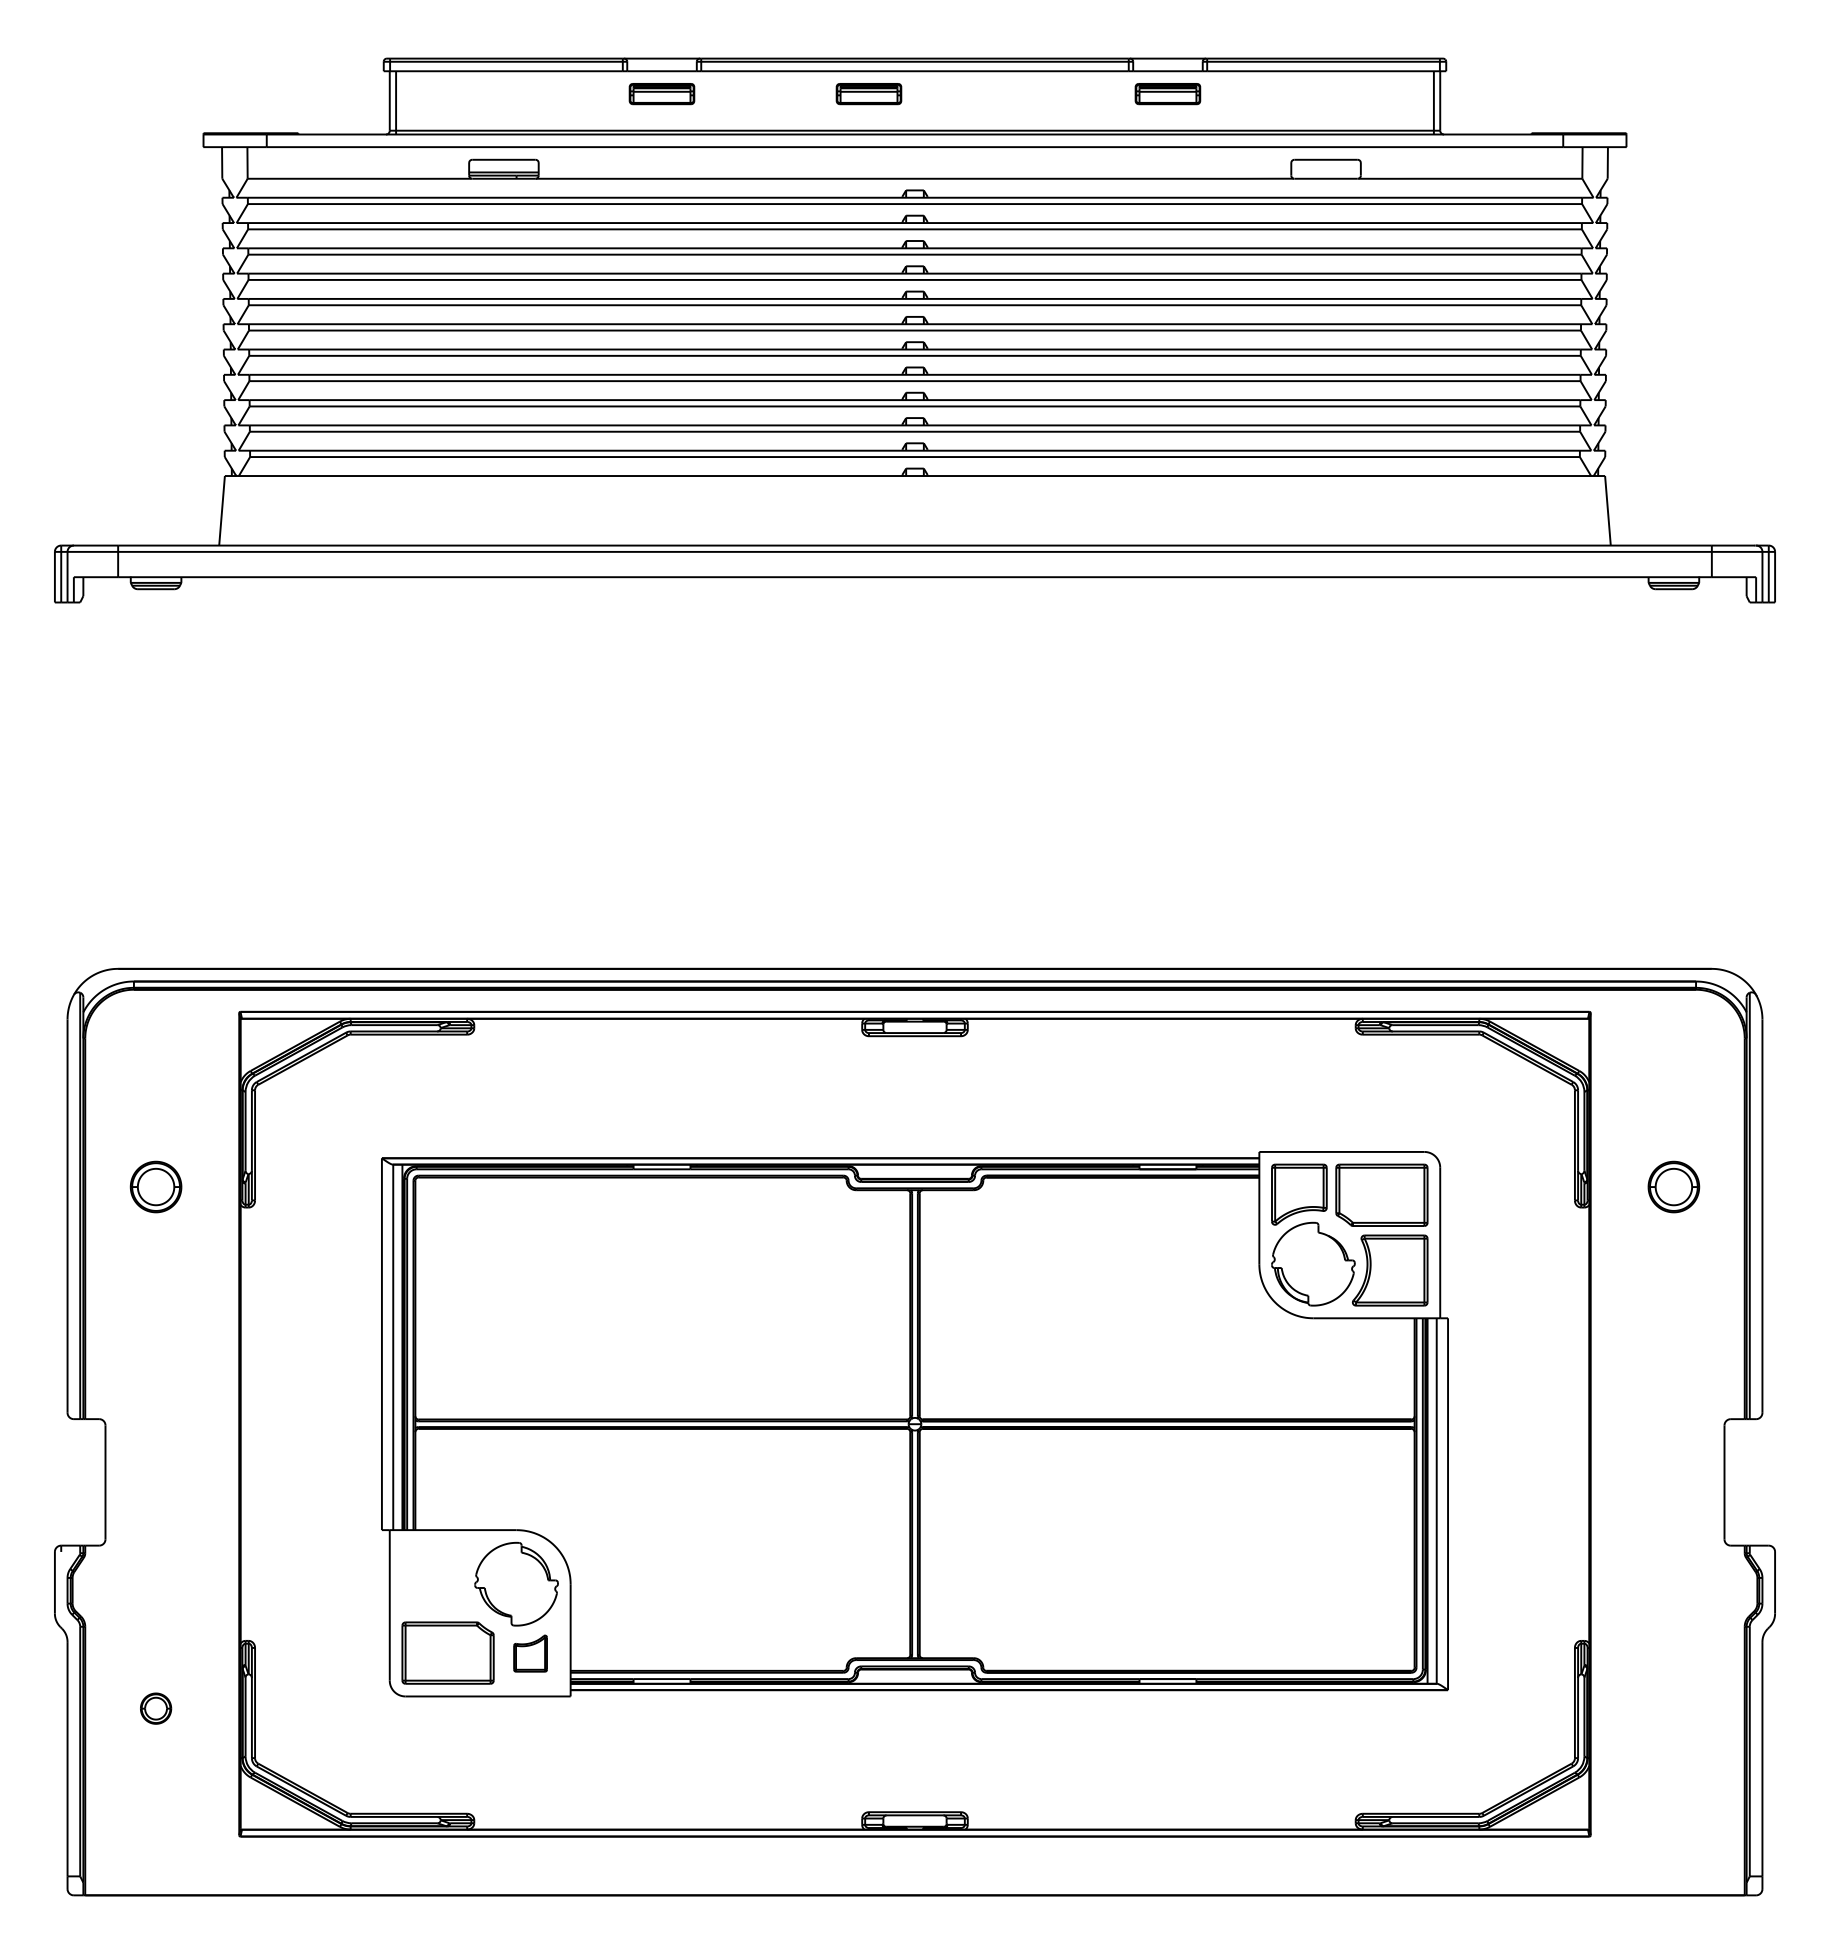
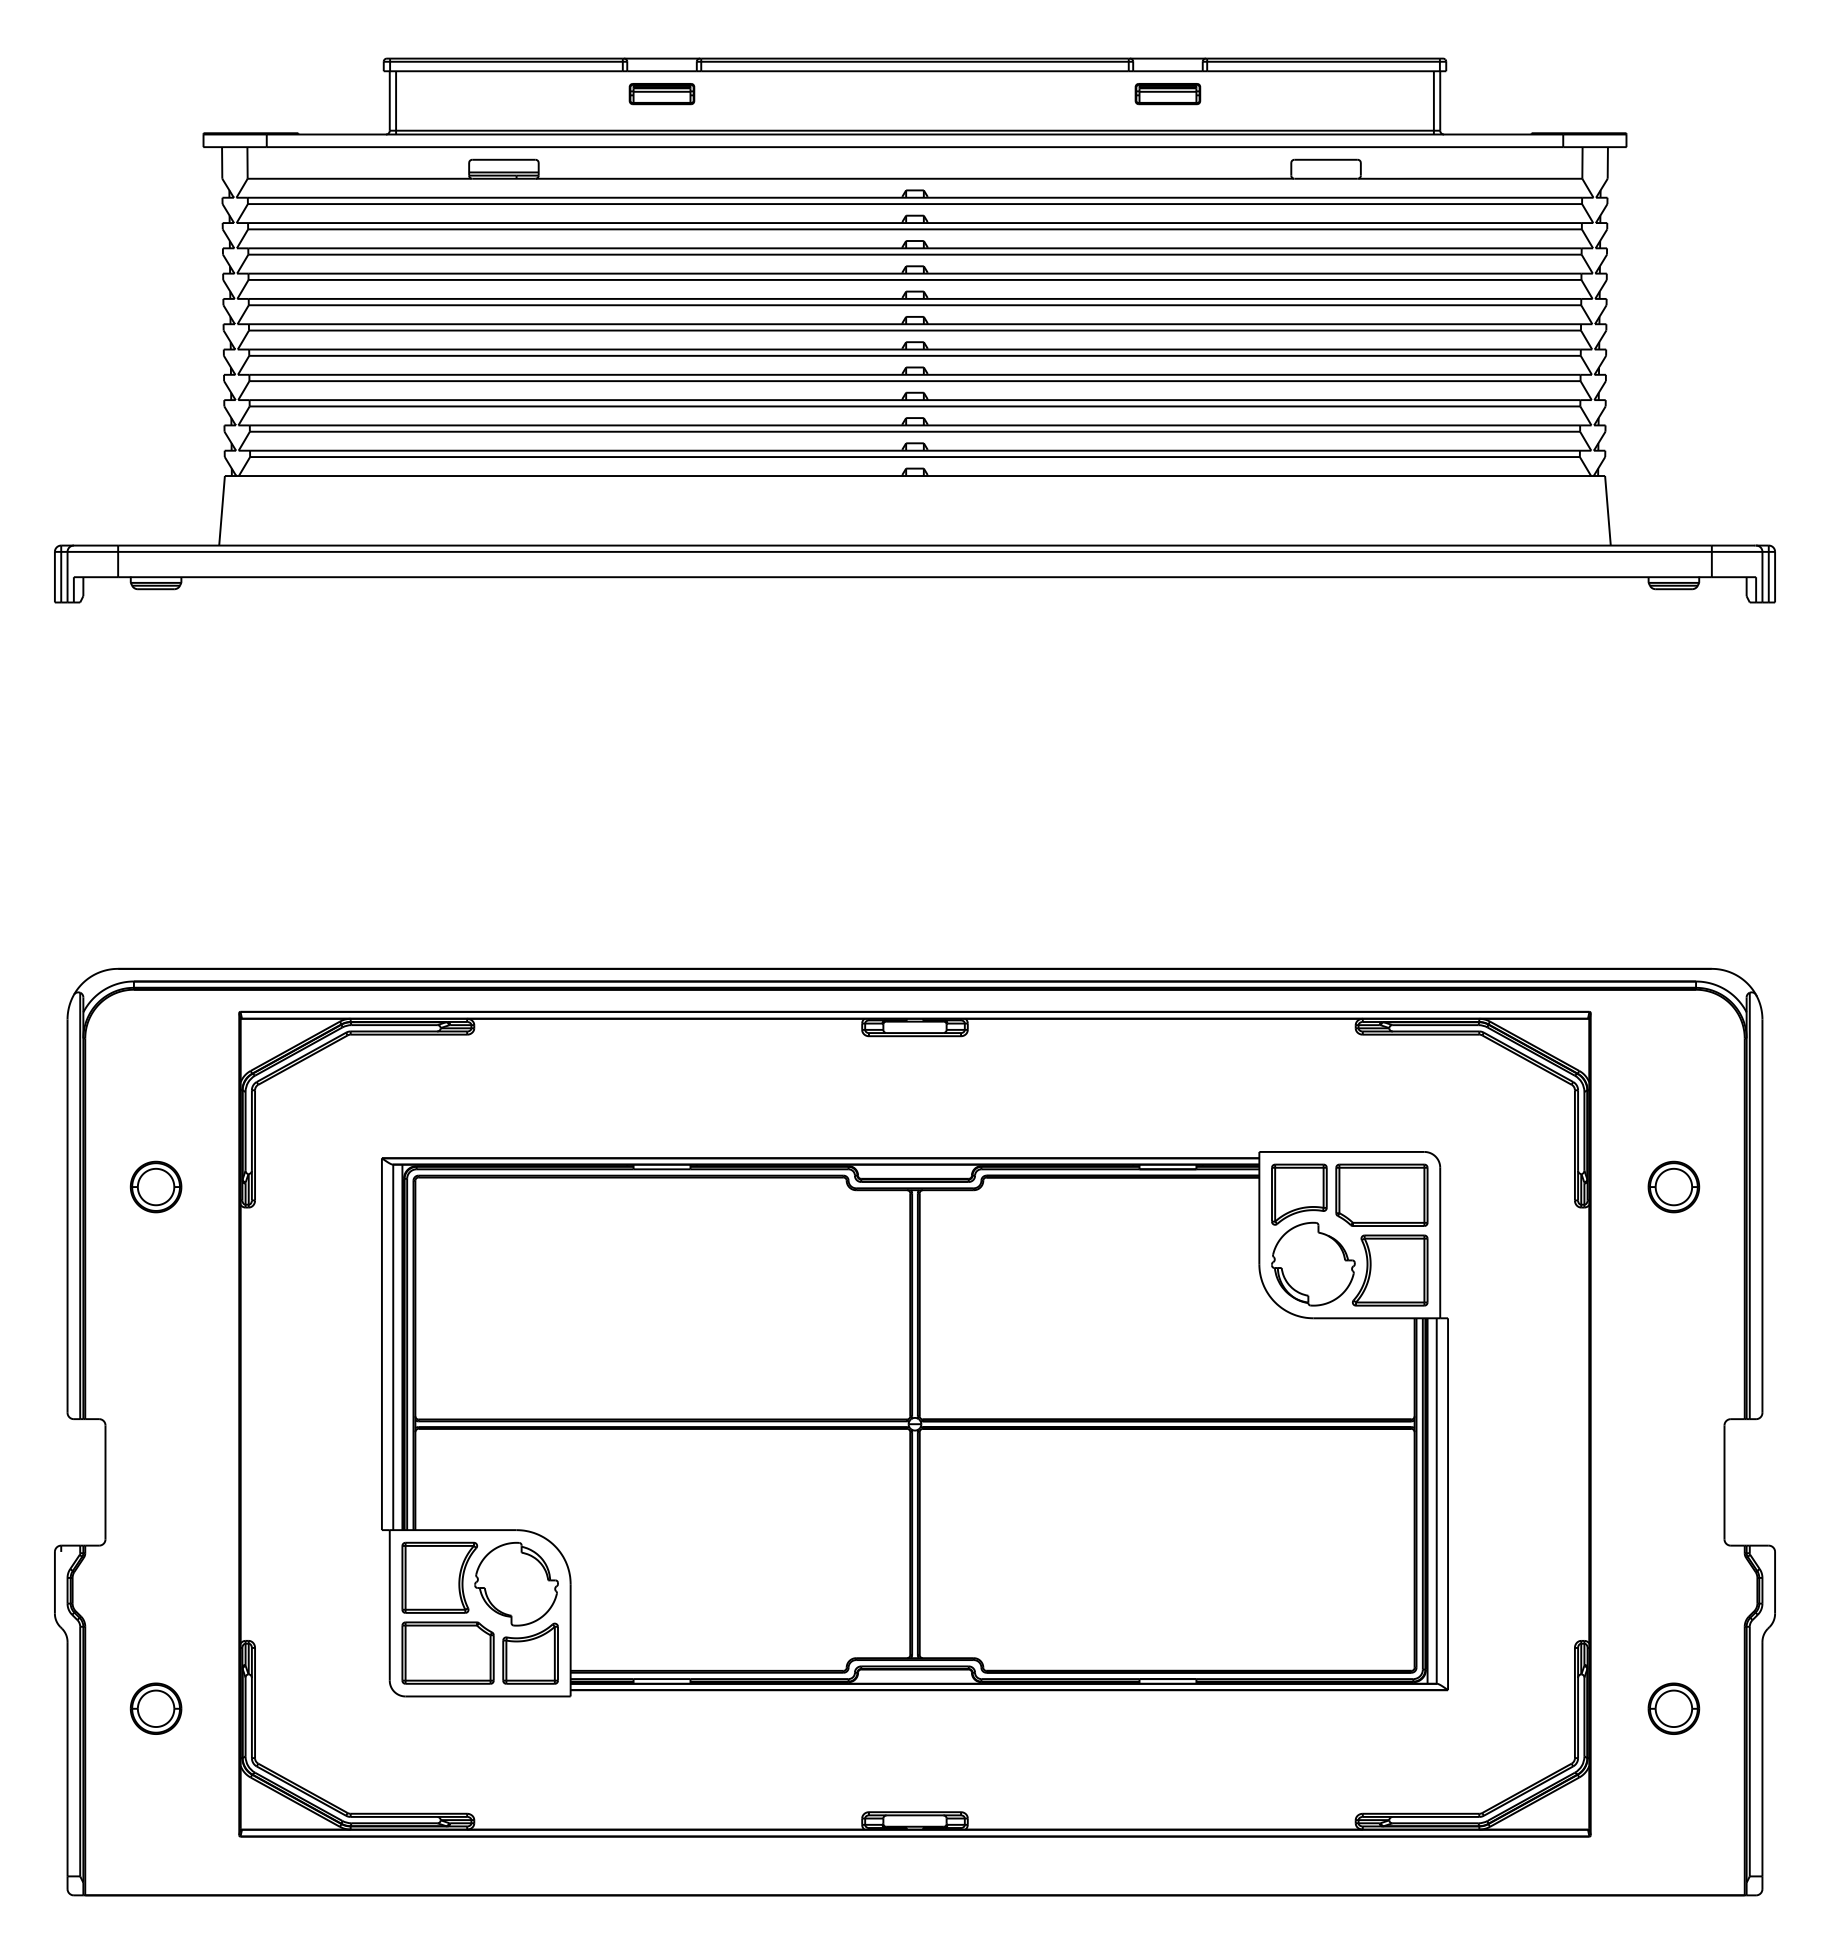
part at (868, 94): present -> none
part at (439, 1577): none -> present
part at (530, 1653) size: 35x39 px -> 57x63 px
part at (156, 1708) size: 33x33 px -> 54x53 px
part at (1673, 1708): none -> present
